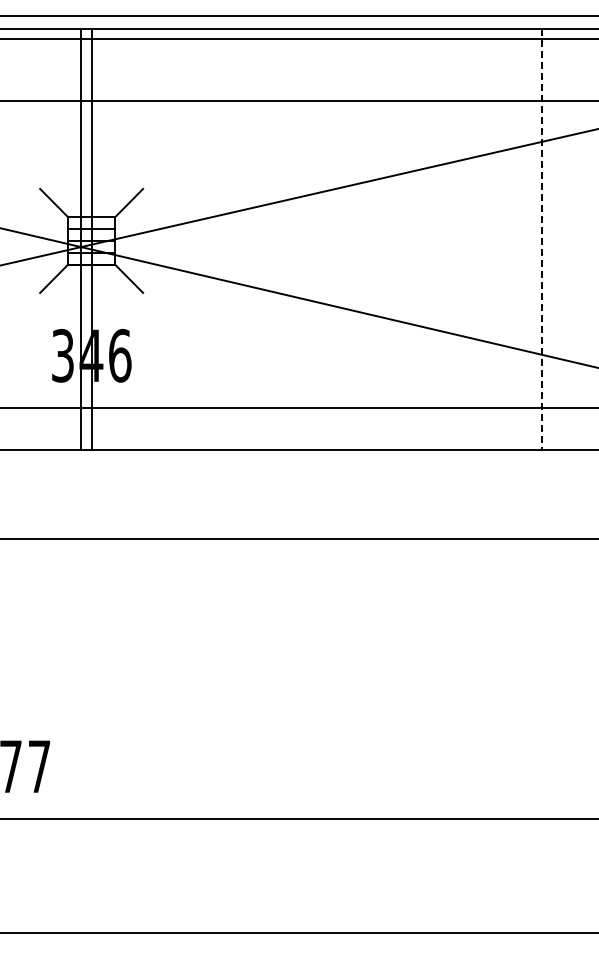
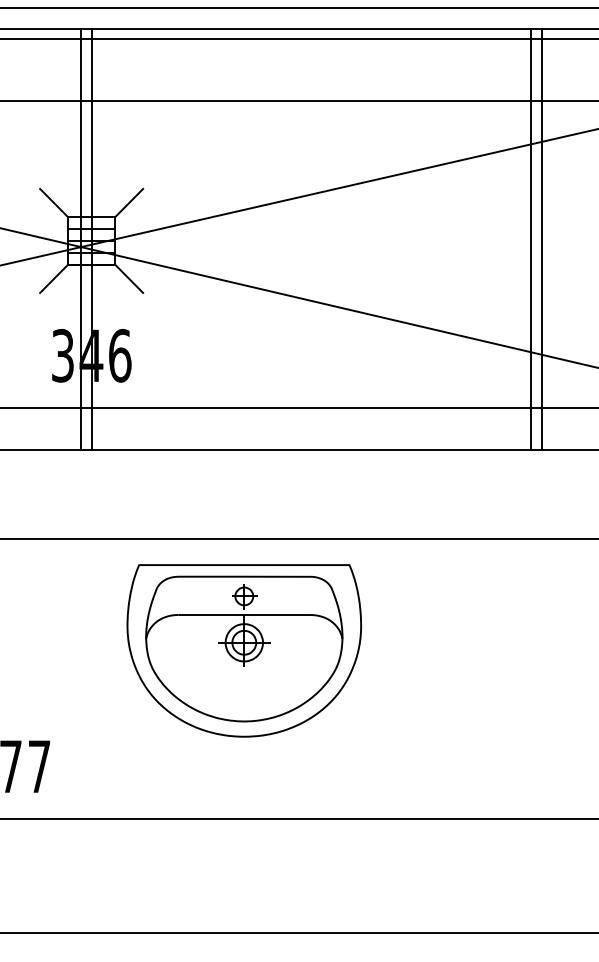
line at (298, 16) position: (298, 16) -> (298, 8)
line at (531, 239): none -> present
line at (541, 239): dashed -> solid
part at (243, 650): none -> present
